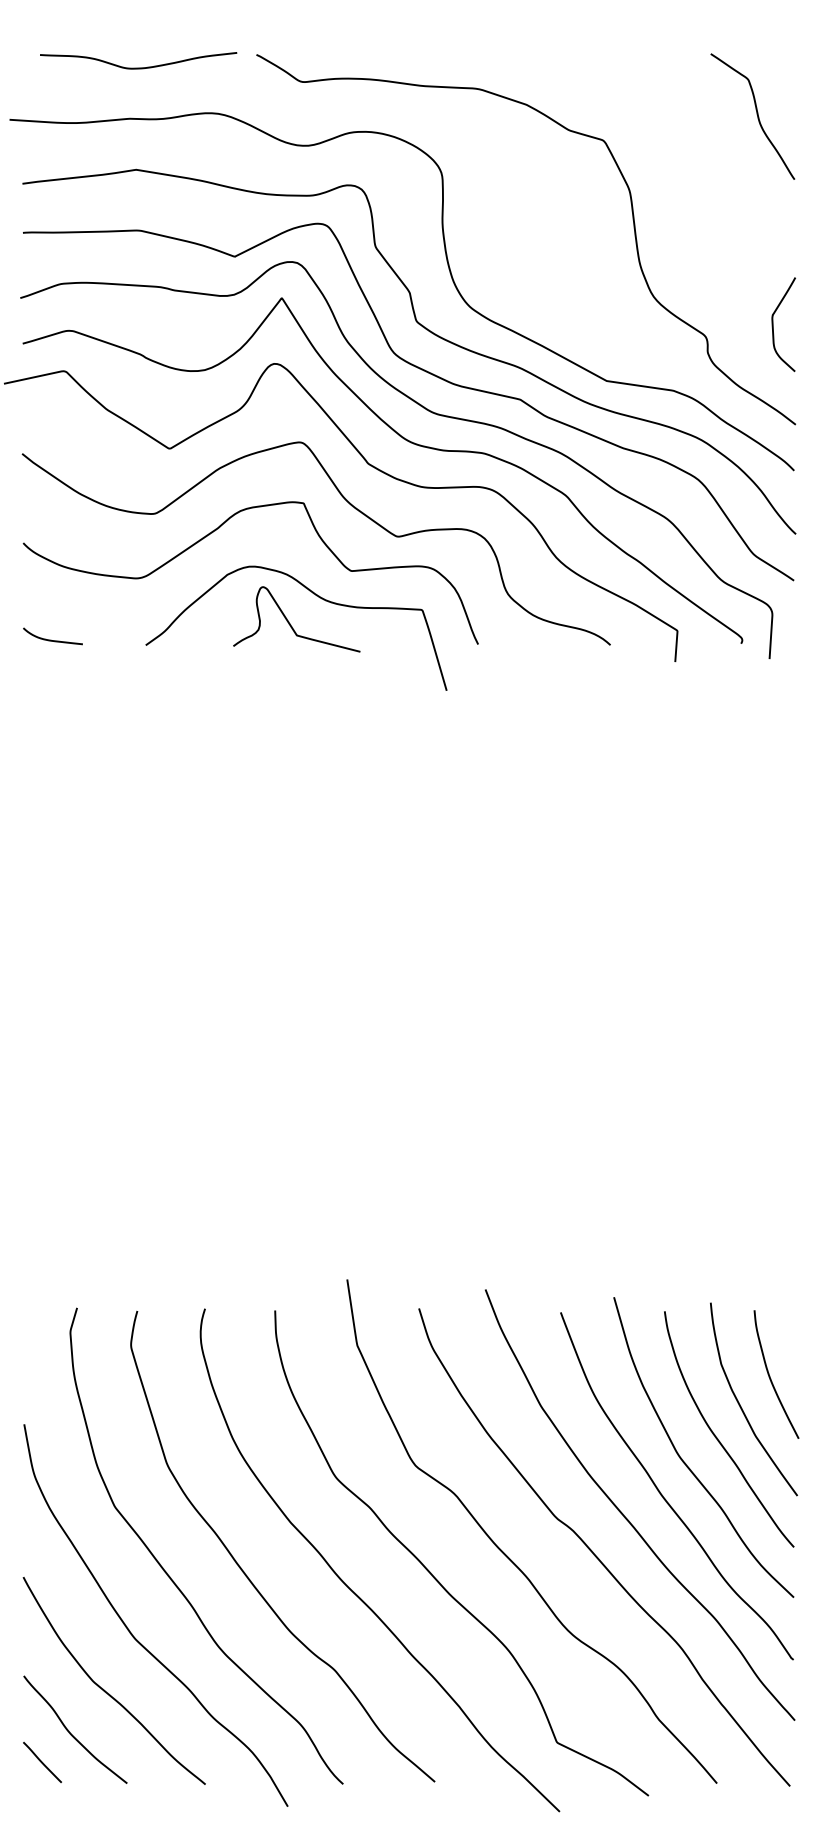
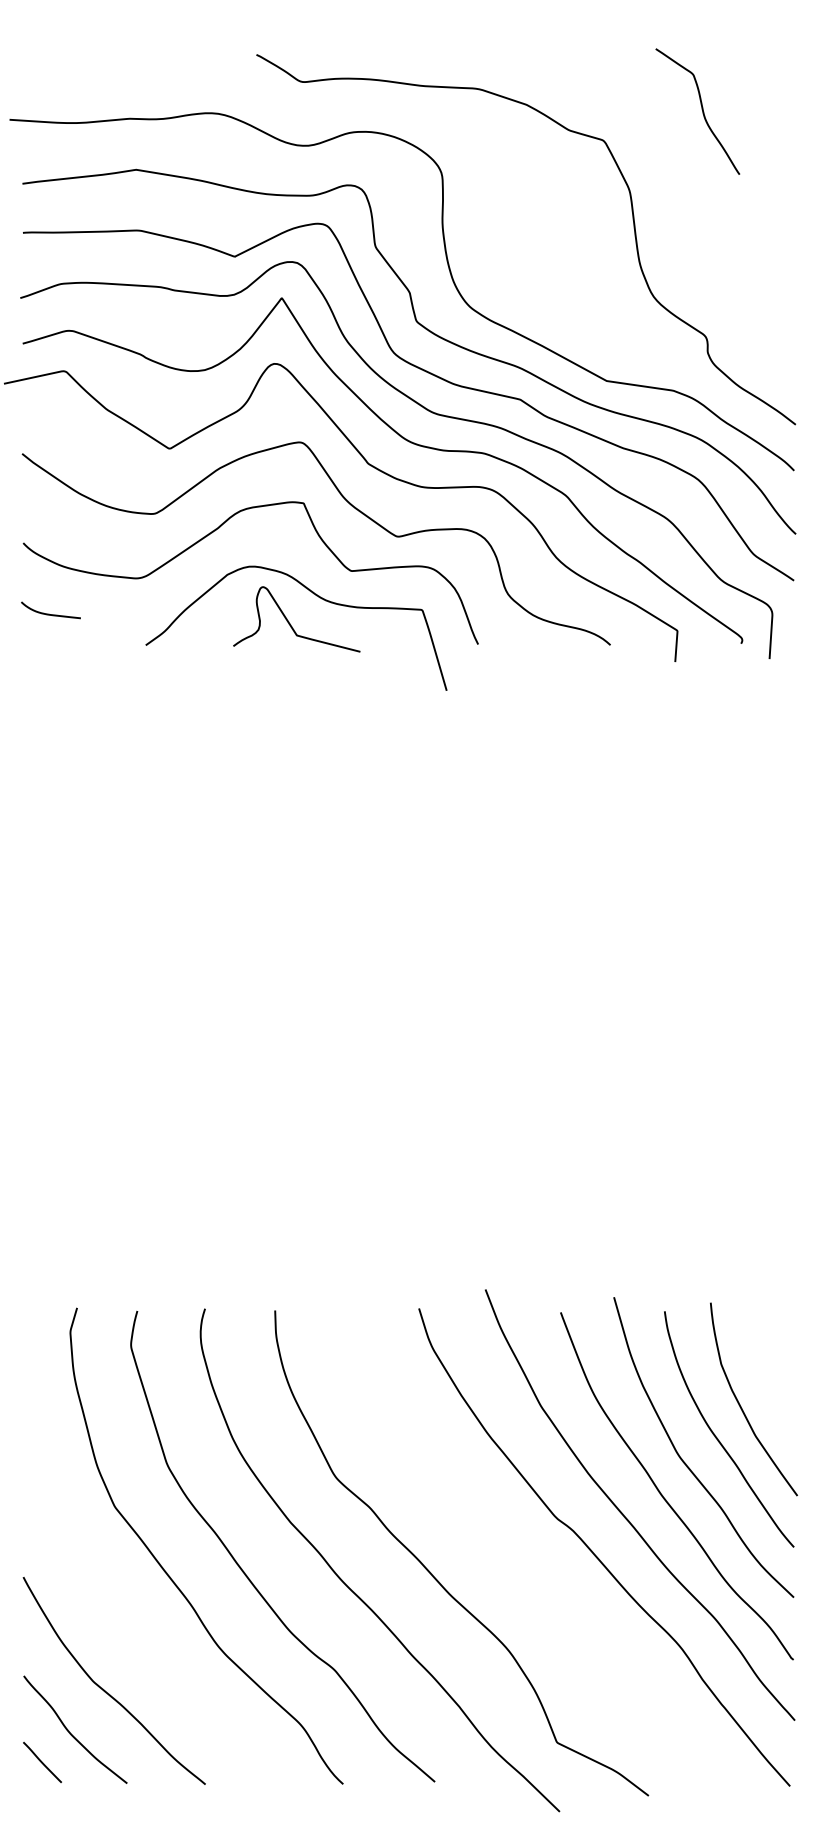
curve at (138, 67): present -> none
curve at (756, 114) position: (756, 114) -> (701, 109)
curve at (773, 324): present -> none
curve at (51, 639) position: (51, 639) -> (49, 613)
curve at (770, 1376): present -> none
curve at (507, 1555): present -> none
curve at (132, 1633): present -> none
